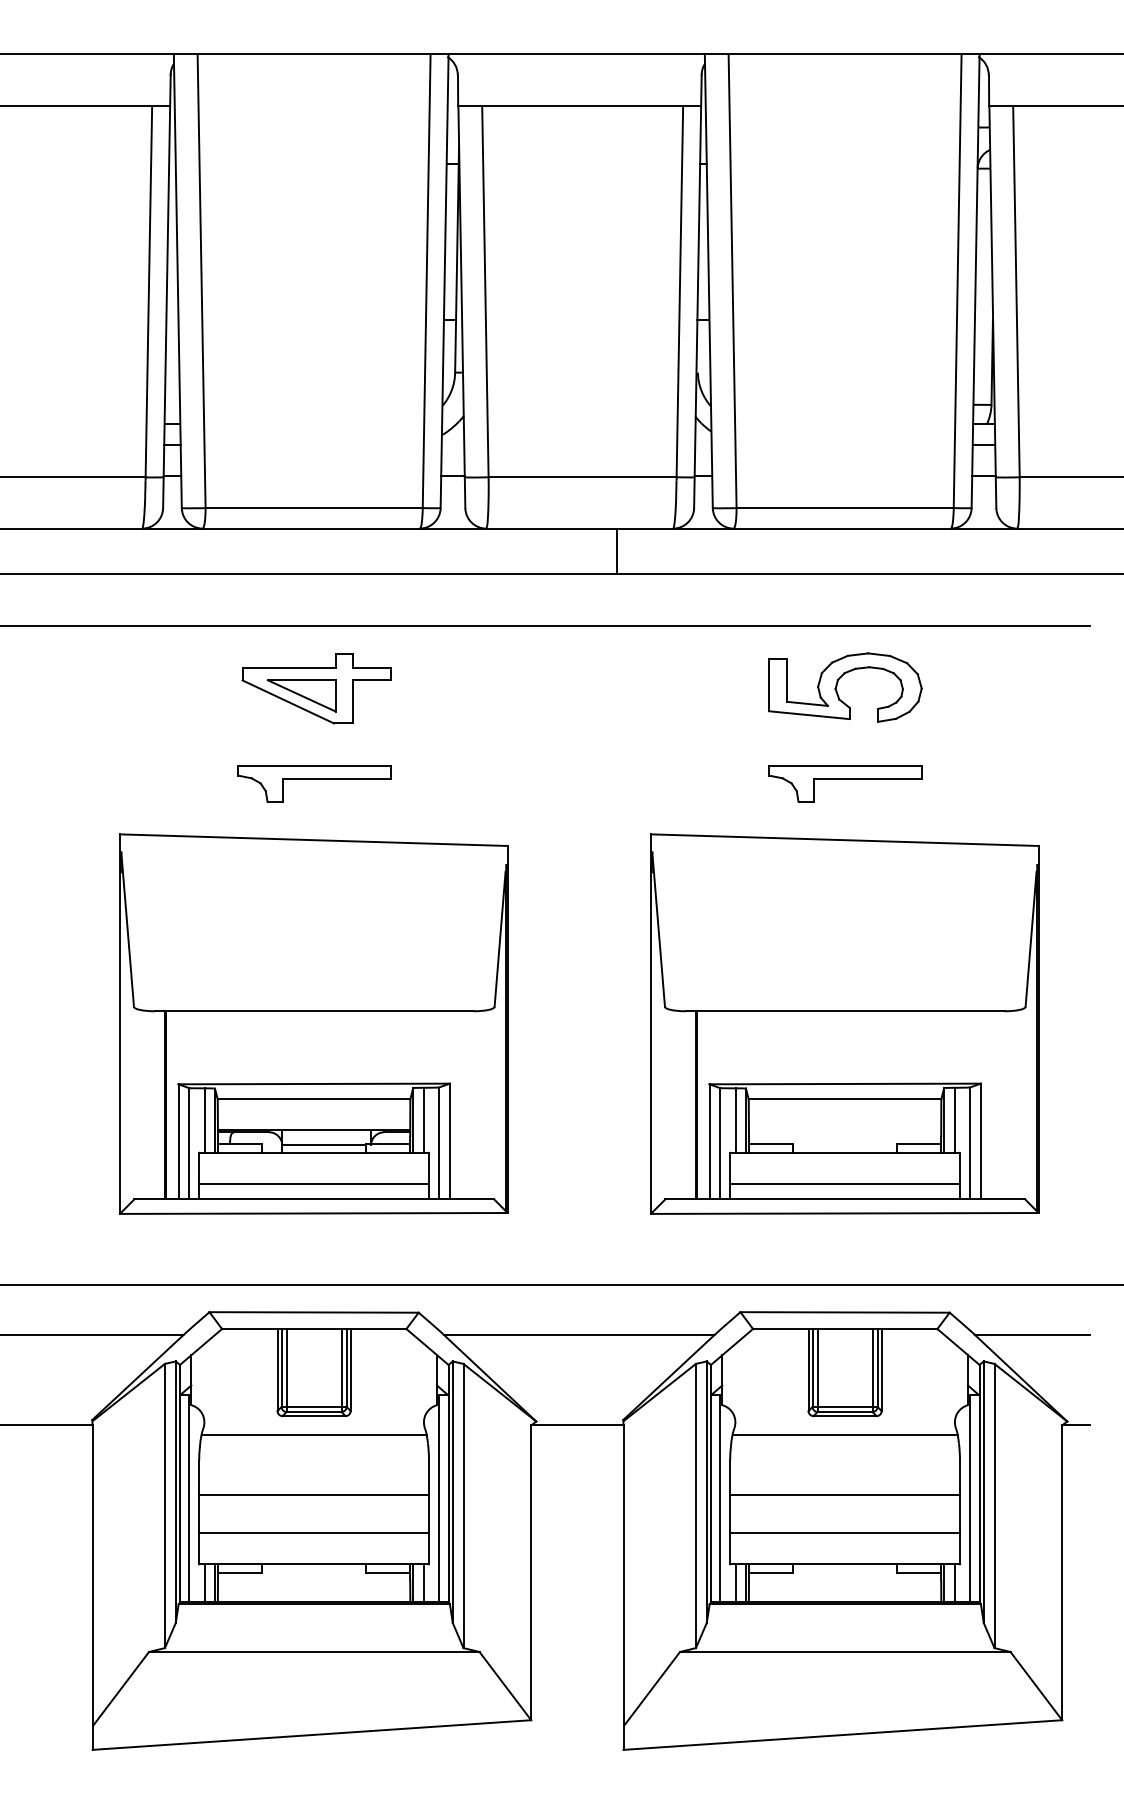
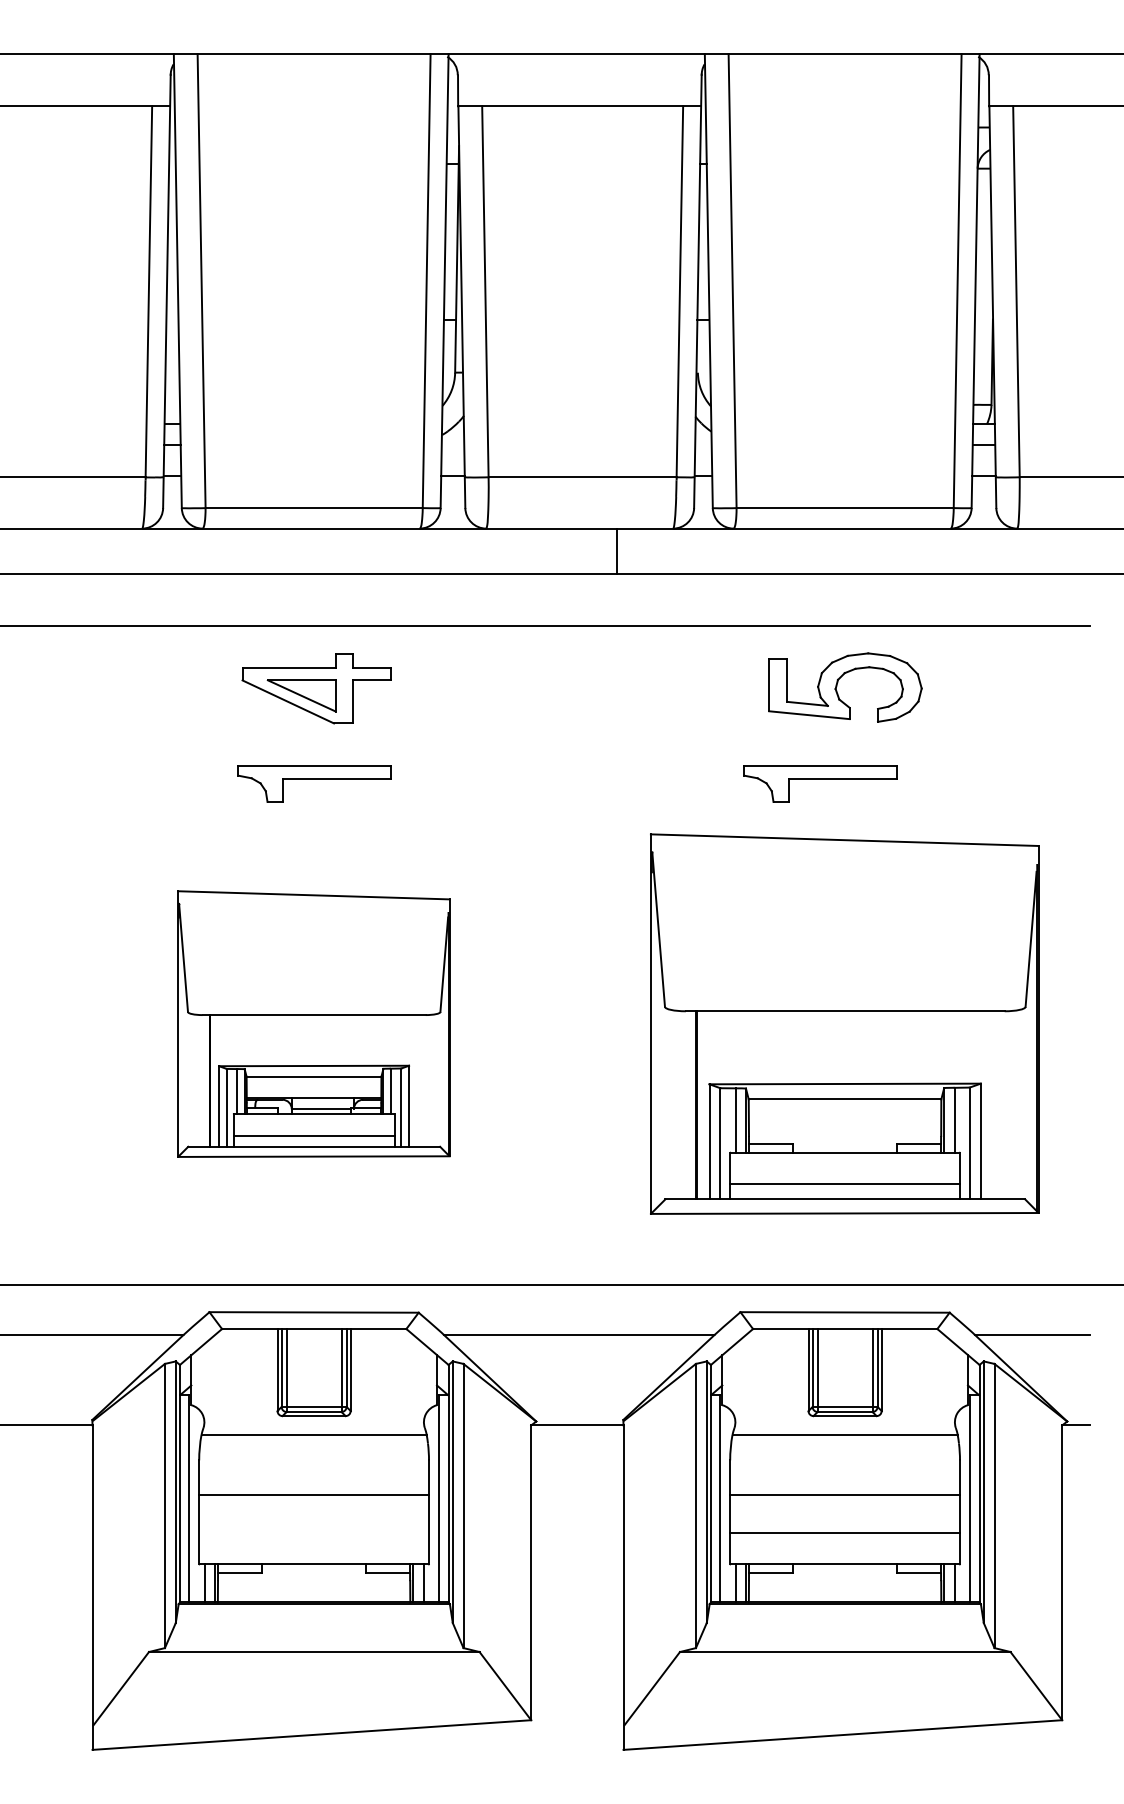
part at (845, 783) position: (845, 783) -> (820, 783)
part at (313, 1023) size: 390x382 px -> 274x268 px
line at (314, 1533): present -> none
